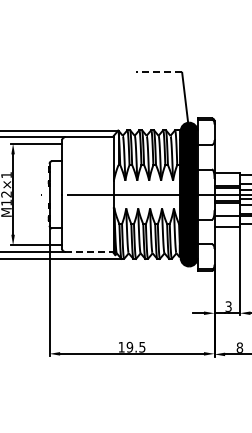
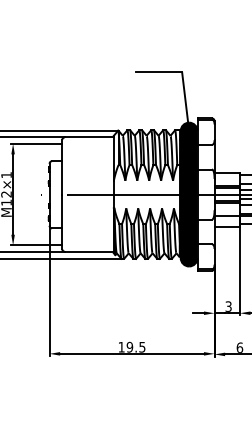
line at (159, 71): dashed -> solid
line at (89, 251): dashed -> solid
text at (239, 347): 8 -> 6
